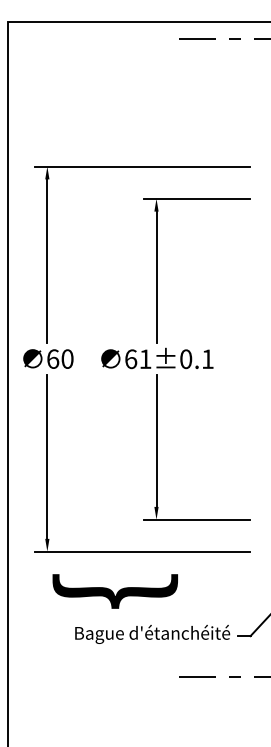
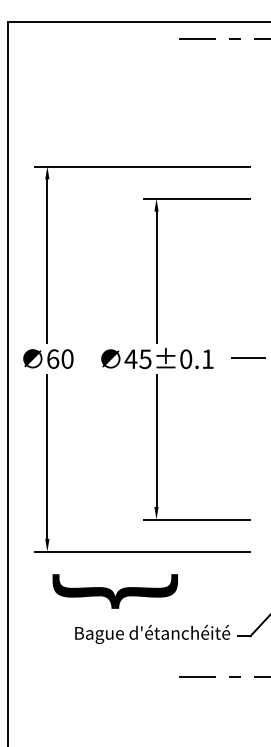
line at (249, 358): none -> present
text at (137, 359): 61±0.1 -> 45±0.1
